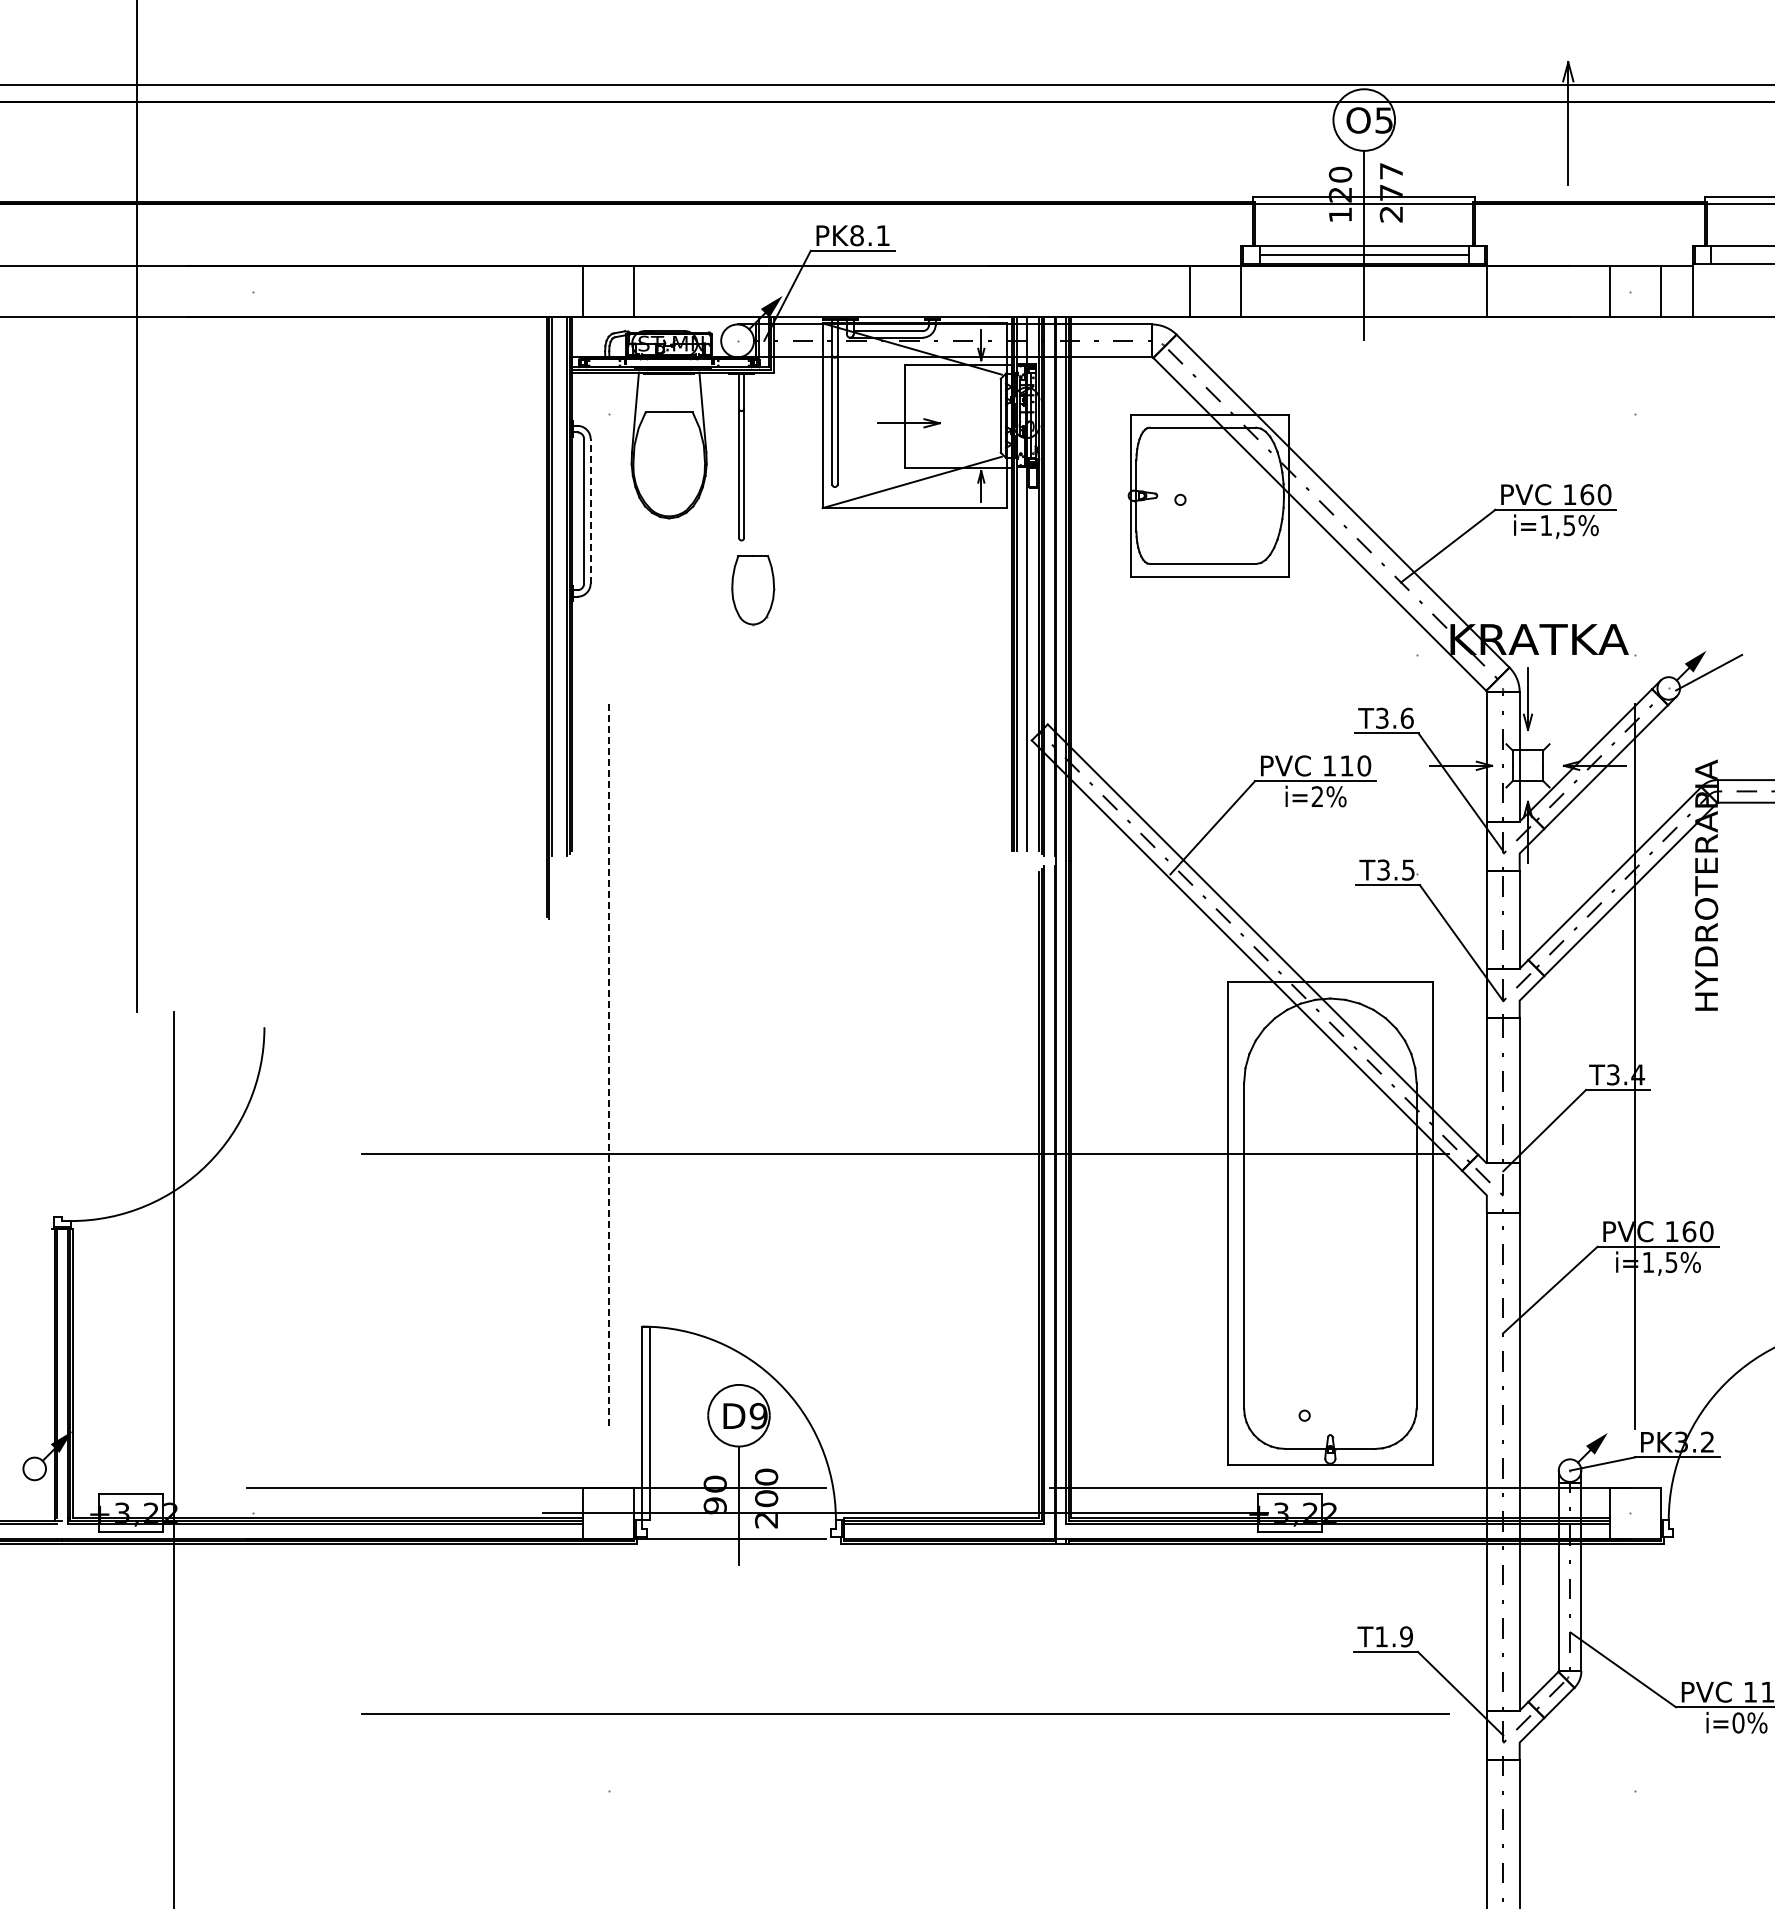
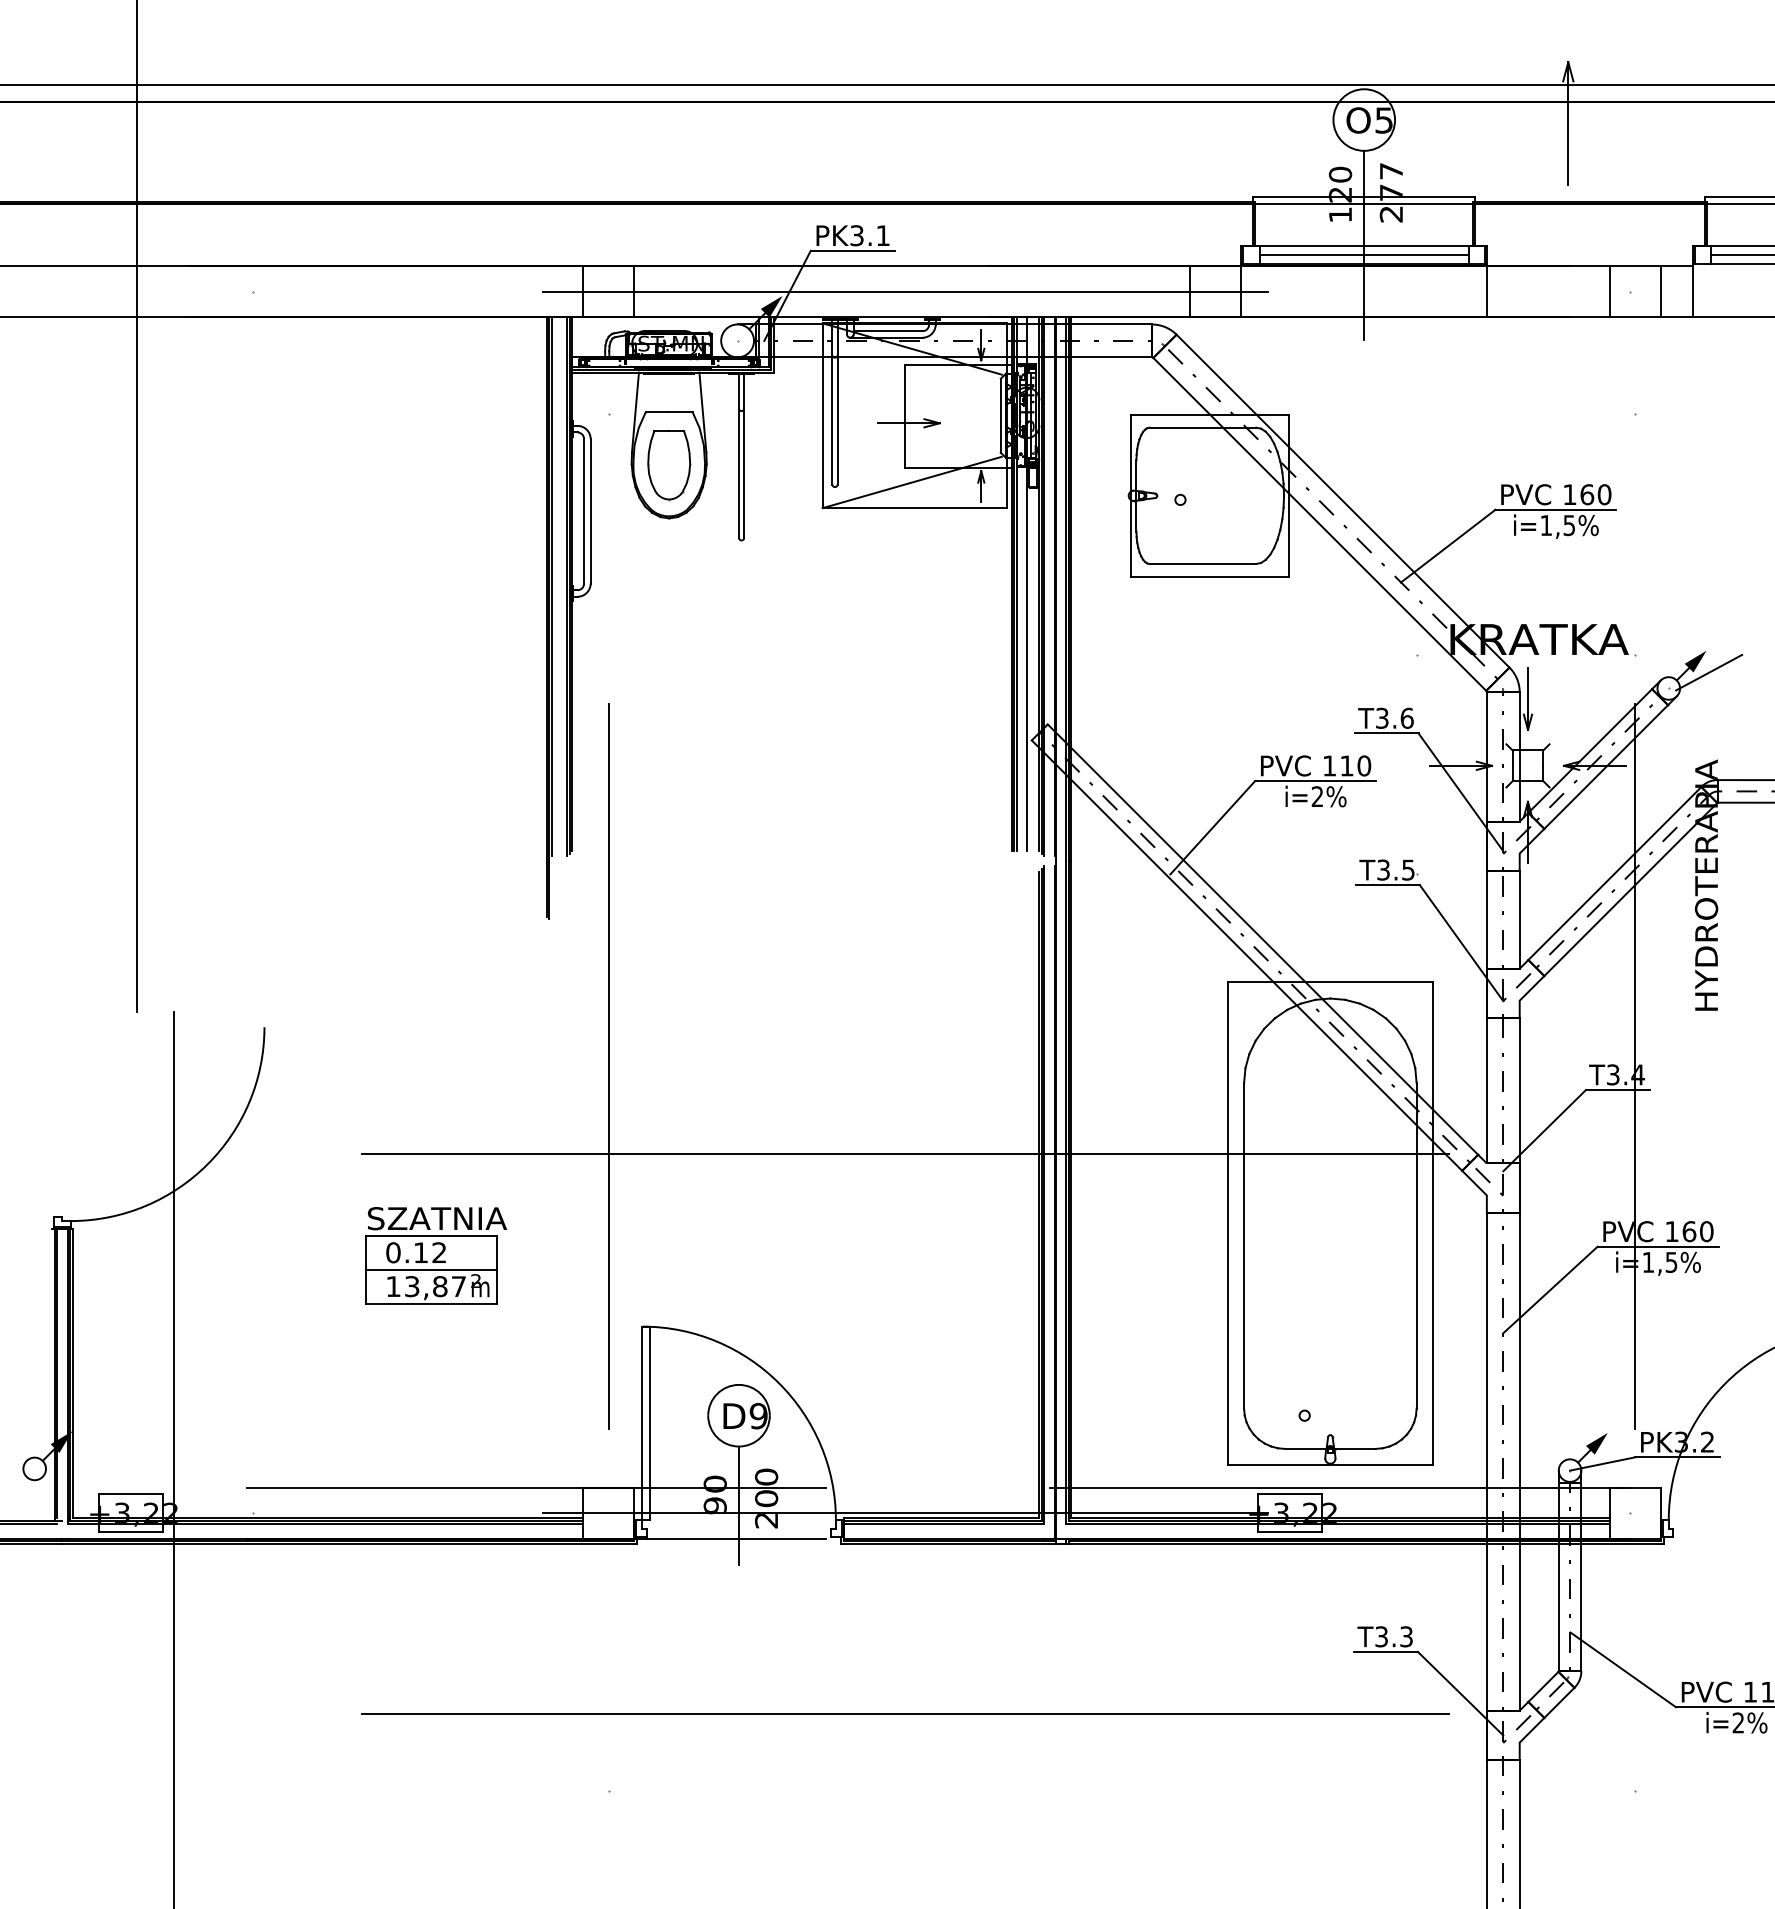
text at (856, 235): PK8.1 -> PK3.1
line at (1741, 255): none -> present
line at (905, 291): none -> present
line at (590, 510): dashed -> solid
part at (753, 590) position: (753, 590) -> (669, 465)
line at (608, 1066): dashed -> solid
part at (435, 1255): none -> present
text at (1393, 1636): T1.9 -> T3.3
text at (1738, 1722): i=0% -> i=2%
